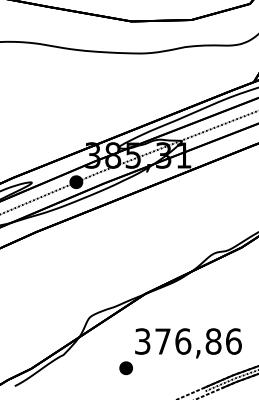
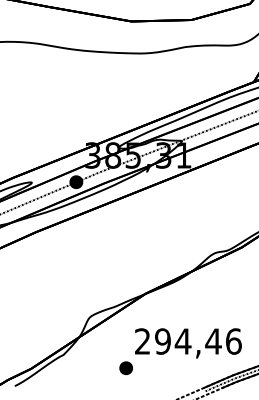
text at (178, 341): 376,86 -> 294,46
